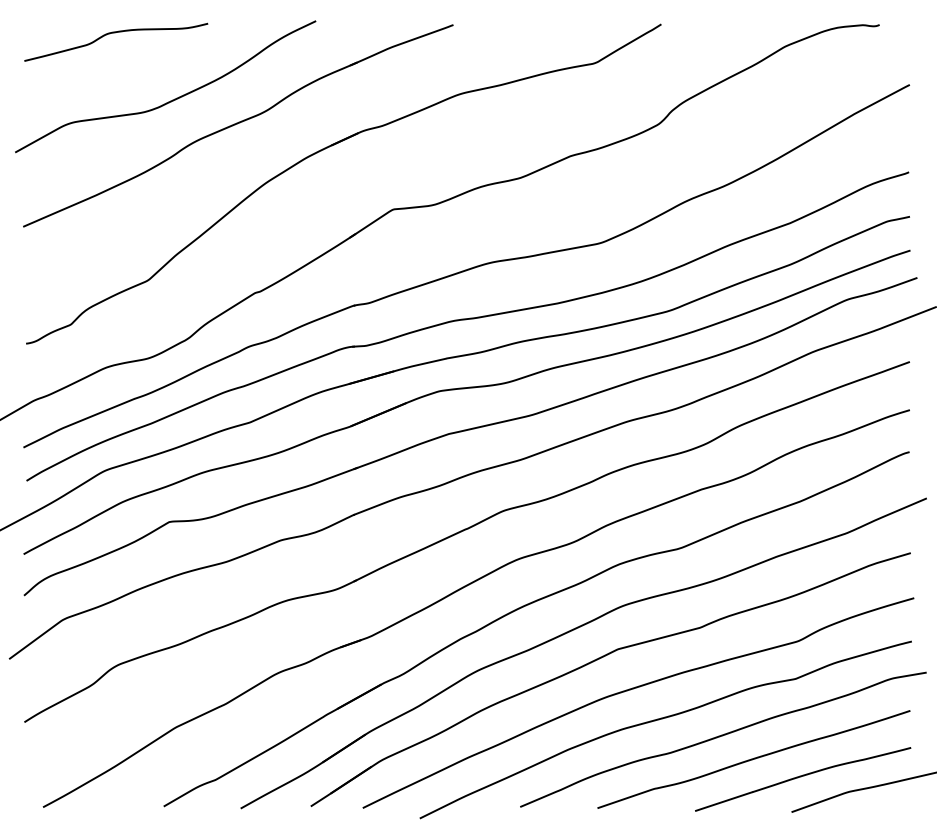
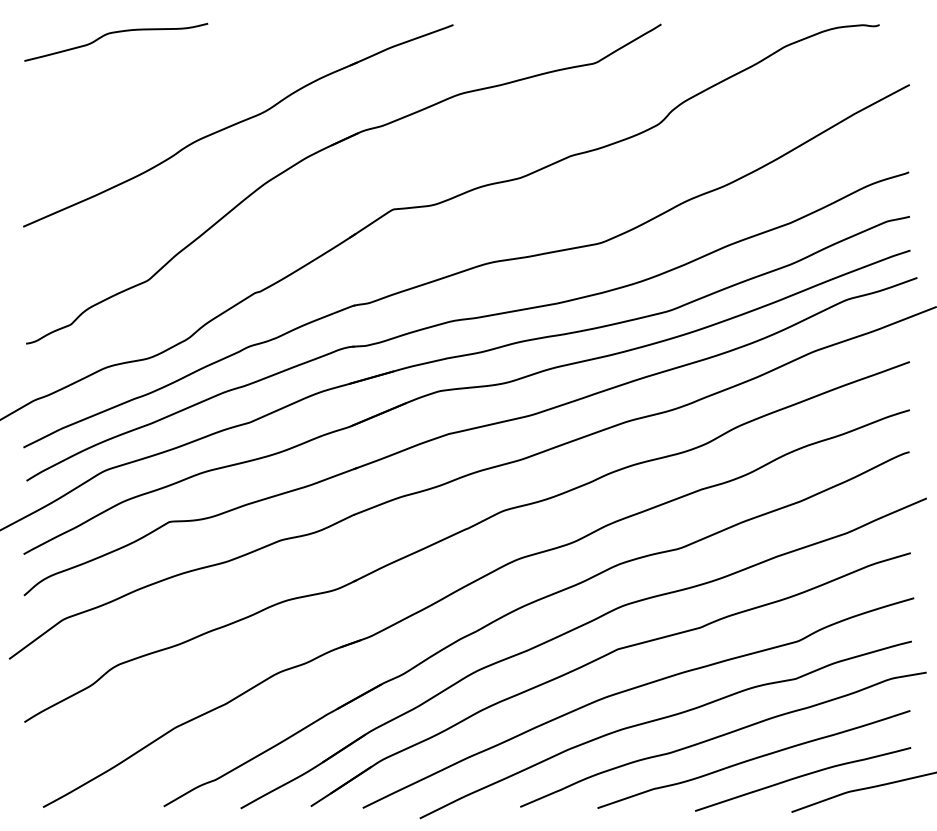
curve at (172, 99): present -> none
